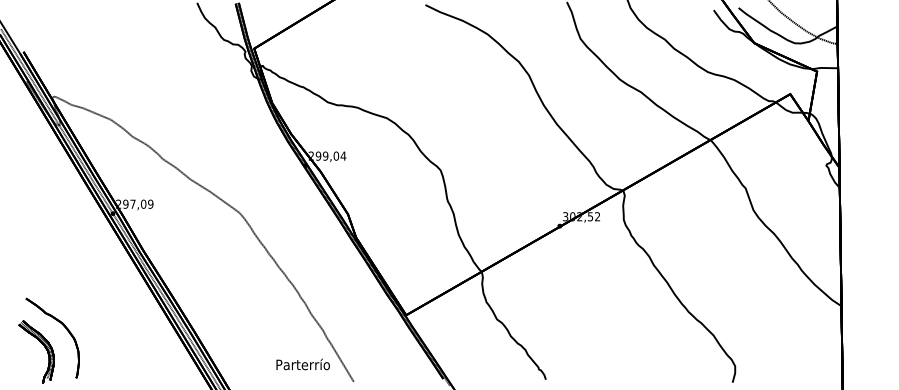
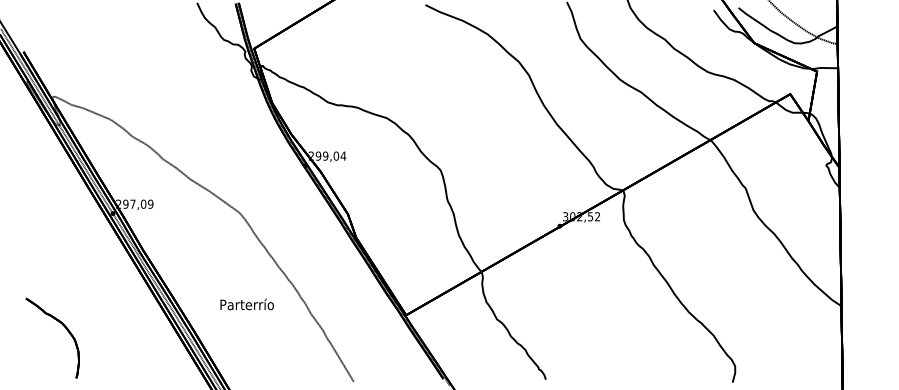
part at (44, 347): present -> none
text at (302, 364) position: (302, 364) -> (246, 304)
